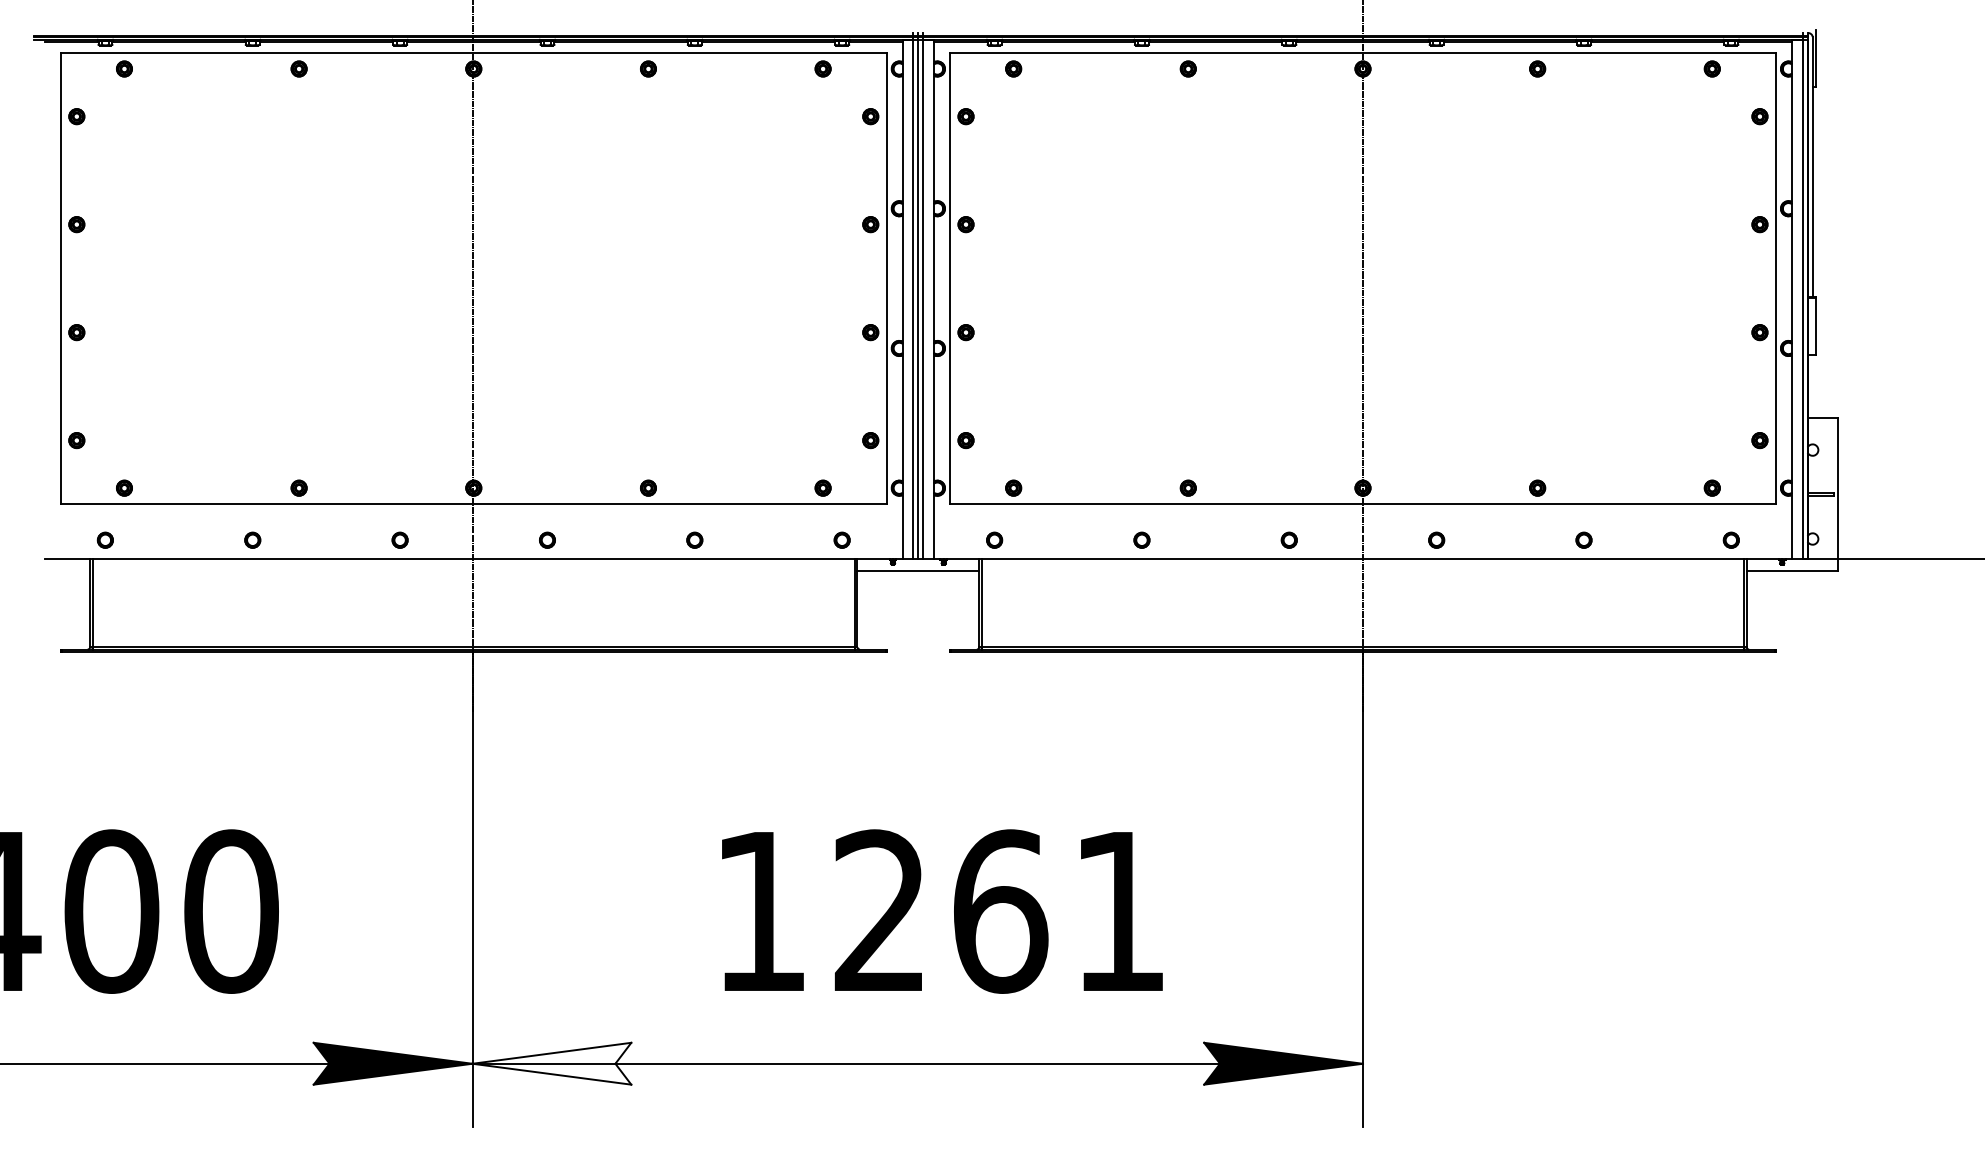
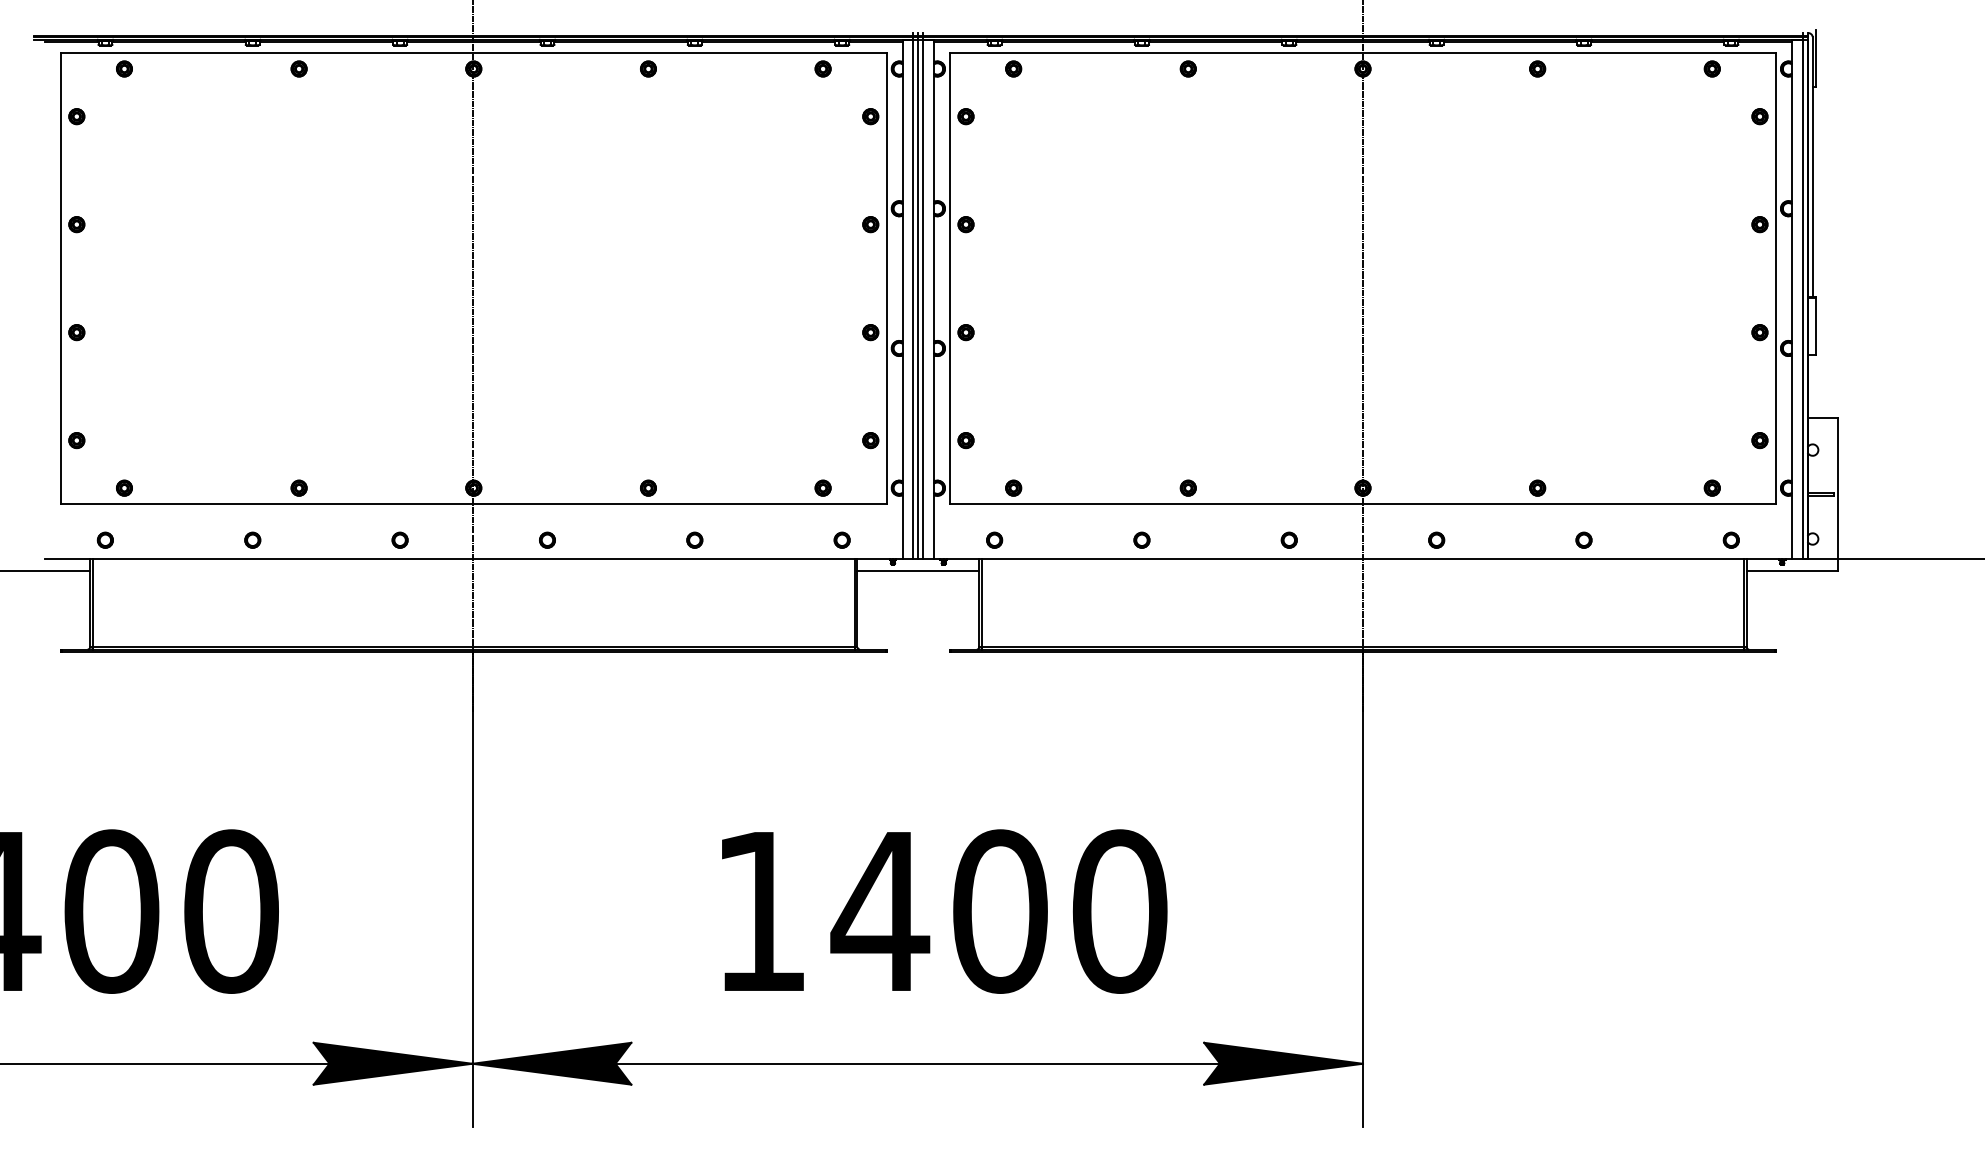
line at (46, 570): none -> present
text at (998, 911): 1261 -> 1400
fill at (551, 1063): none -> present
